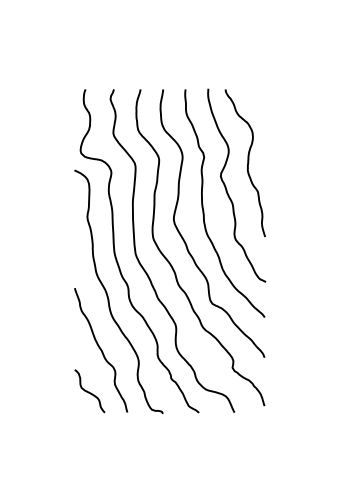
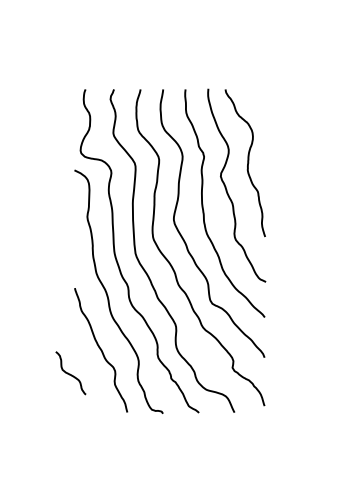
curve at (89, 391) position: (89, 391) -> (70, 373)
